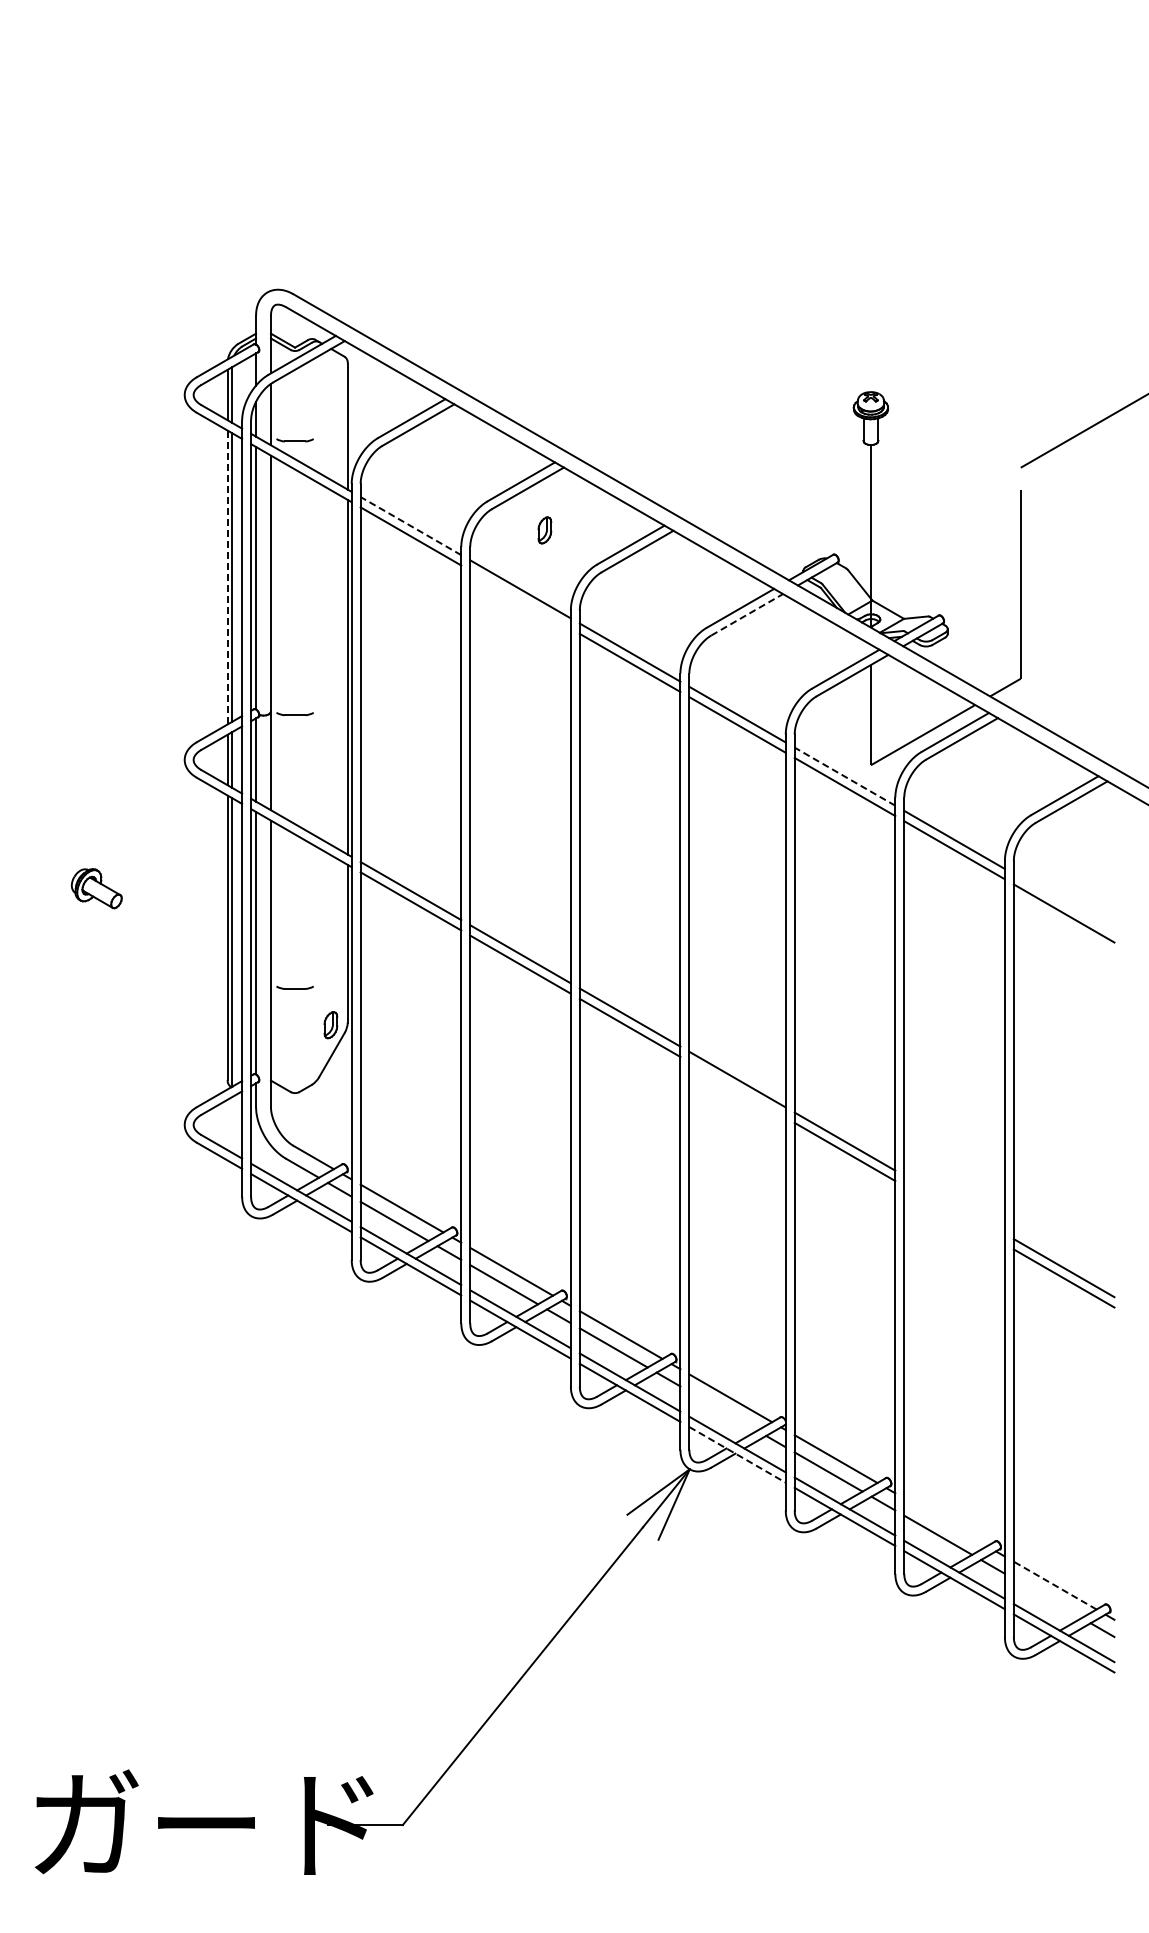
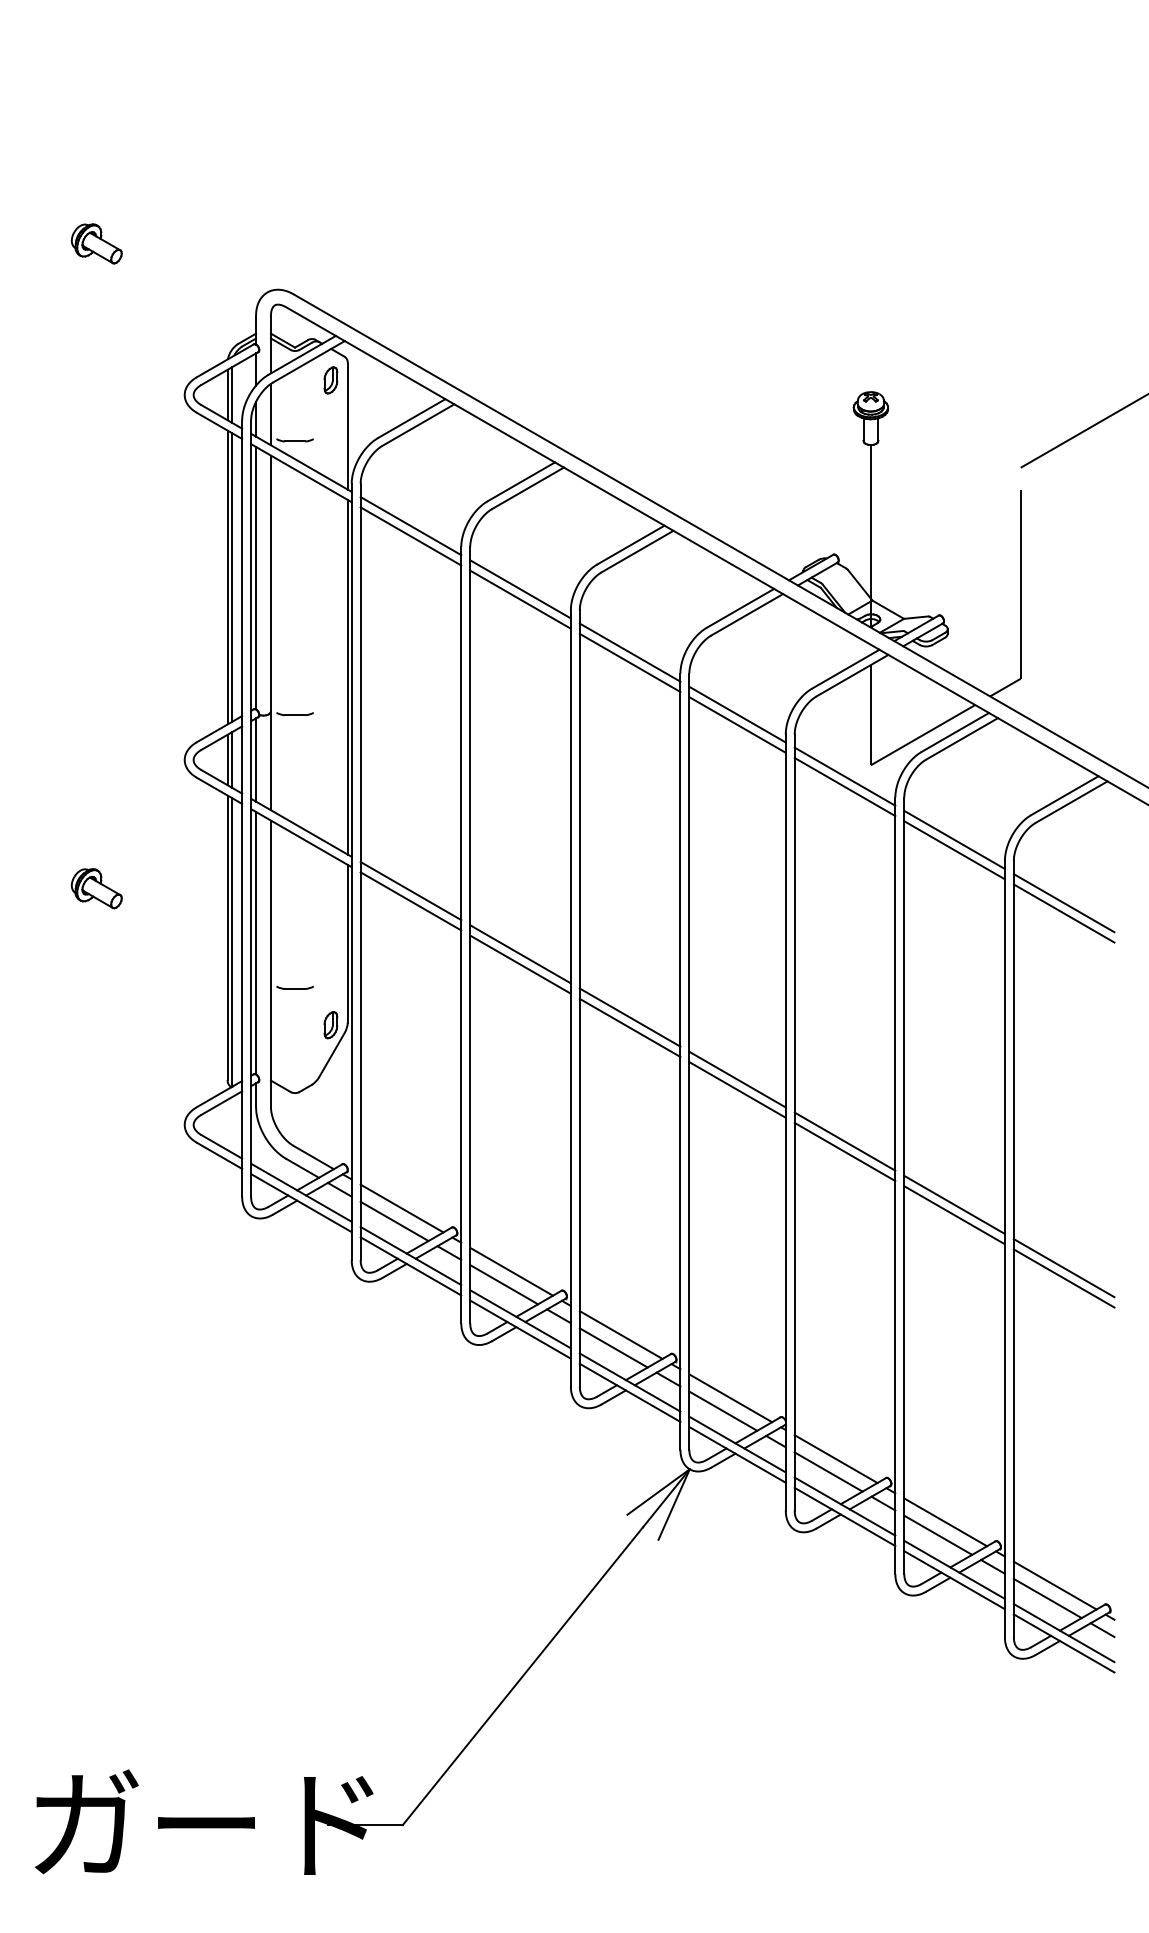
part at (96, 243): none -> present
line at (410, 525): dashed -> solid
part at (544, 530) position: (544, 530) -> (330, 380)
line at (227, 577): dashed -> solid
line at (520, 599): none -> present
line at (747, 614): dashed -> solid
line at (844, 776): dashed -> solid
line at (1063, 903): none -> present
line at (737, 1089): none -> present
line at (954, 1204): none -> present
line at (954, 1215): none -> present
line at (723, 1410): none -> present
line at (737, 1454): dashed -> solid
line at (945, 1522): none -> present
line at (1055, 1585): dashed -> solid
line at (1047, 1598): none -> present
